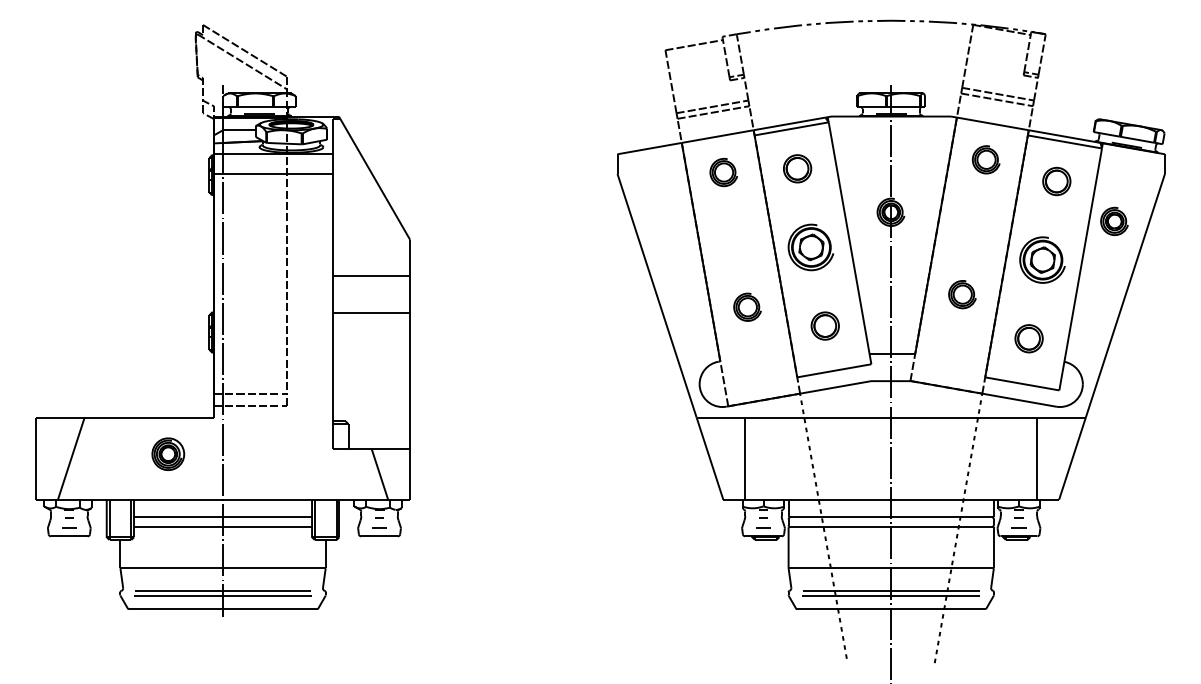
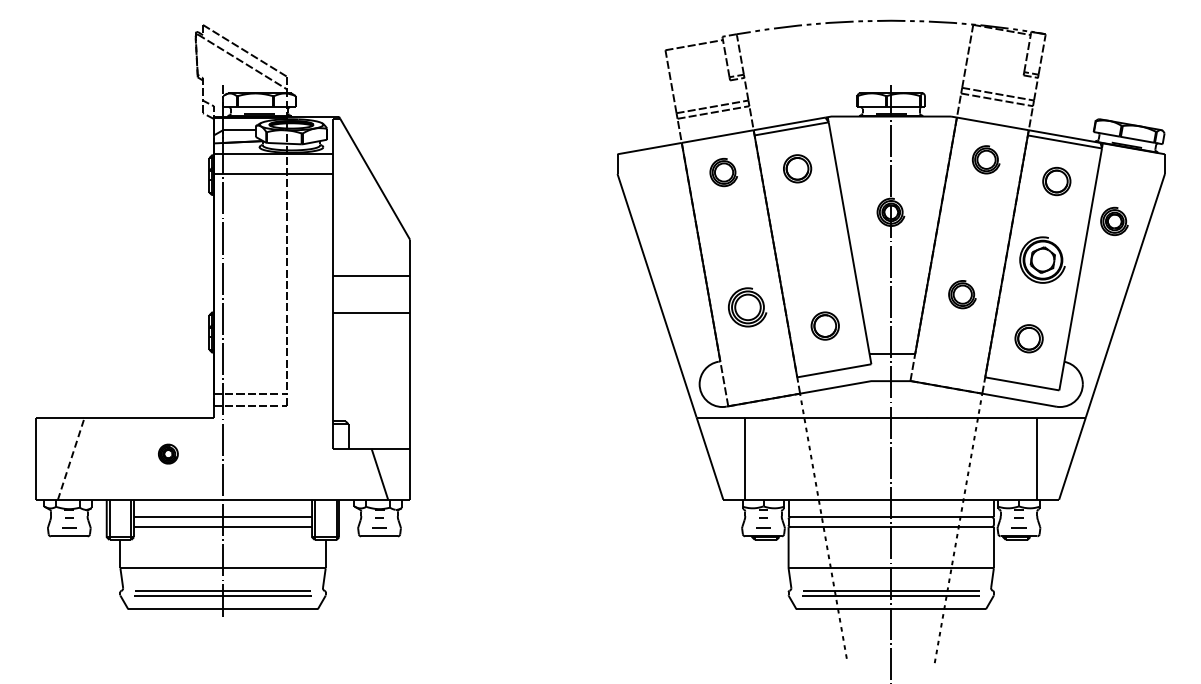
part at (810, 247): present -> none
part at (747, 306) size: 29x30 px -> 40x41 px
part at (168, 453) size: 35x34 px -> 21x22 px
line at (71, 458): solid -> dashed
